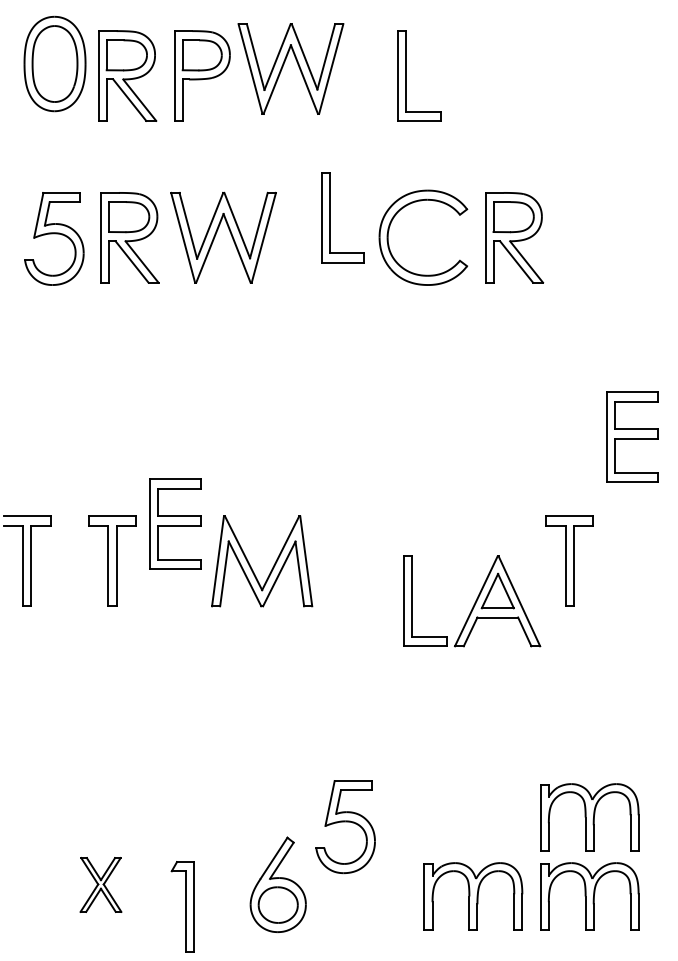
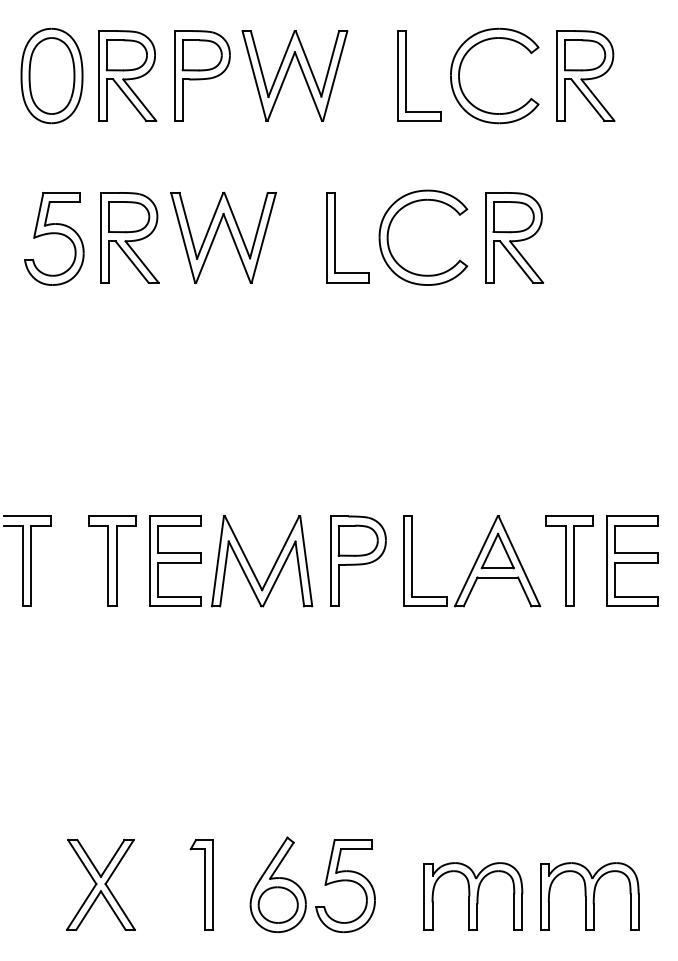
part at (54, 63) position: (54, 63) -> (51, 75)
part at (283, 67) position: (283, 67) -> (287, 74)
part at (460, 72): none -> present
part at (585, 75): none -> present
part at (330, 217) position: (330, 217) -> (335, 237)
part at (632, 436) position: (632, 436) -> (632, 560)
part at (175, 523) position: (175, 523) -> (175, 560)
part at (358, 560): none -> present
part at (472, 601) position: (472, 601) -> (472, 561)
part at (589, 817): present -> none
part at (345, 827) position: (345, 827) -> (345, 886)
part at (100, 884) size: 44x56 px -> 70x92 px
part at (182, 906) position: (182, 906) -> (201, 884)
